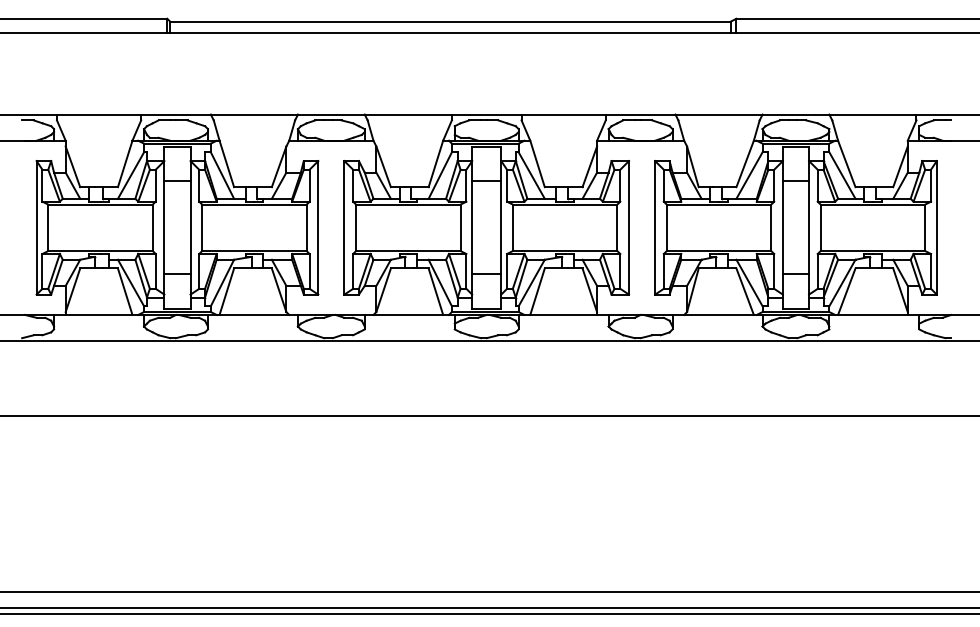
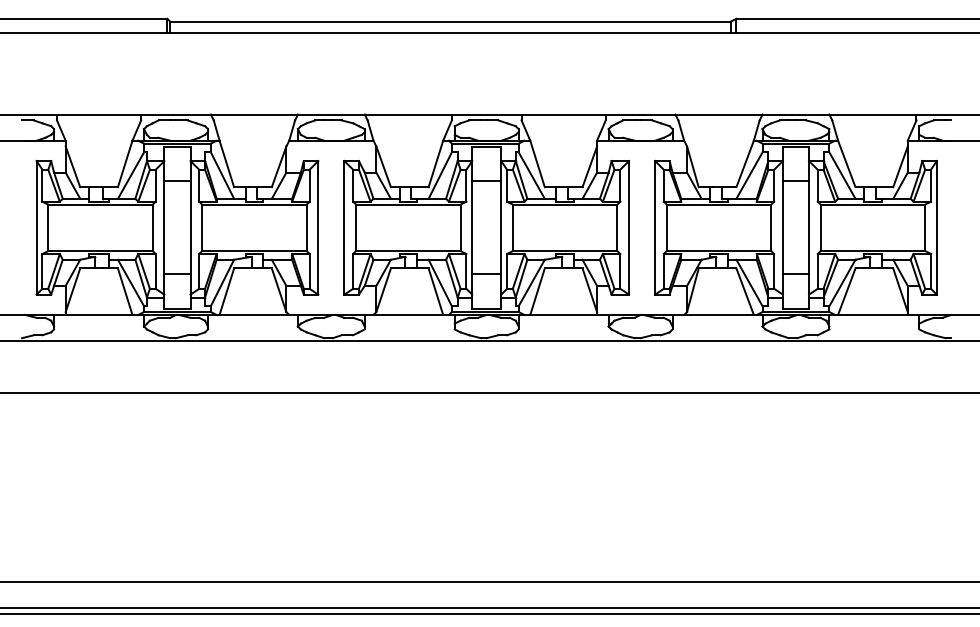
line at (489, 416) position: (489, 416) -> (489, 393)
line at (489, 592) position: (489, 592) -> (489, 582)
